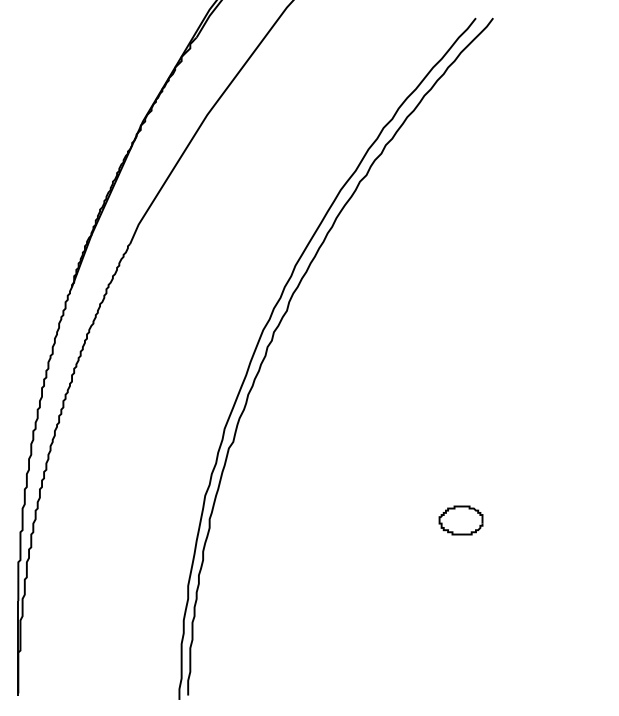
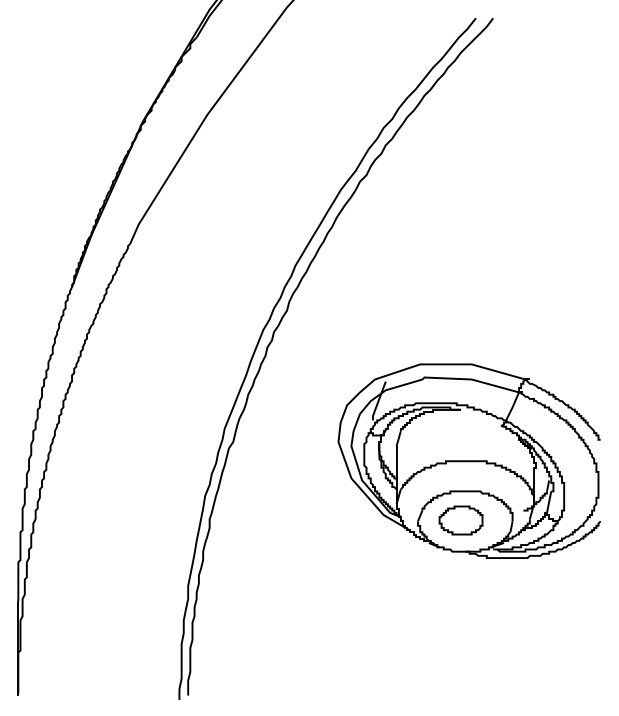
part at (468, 460): none -> present
